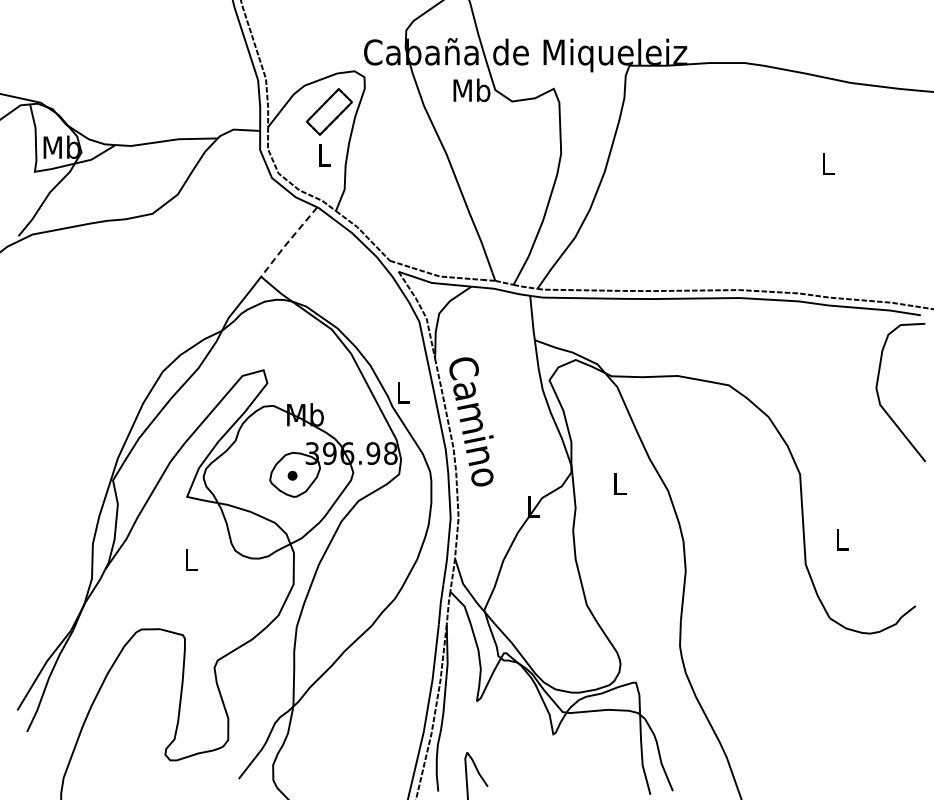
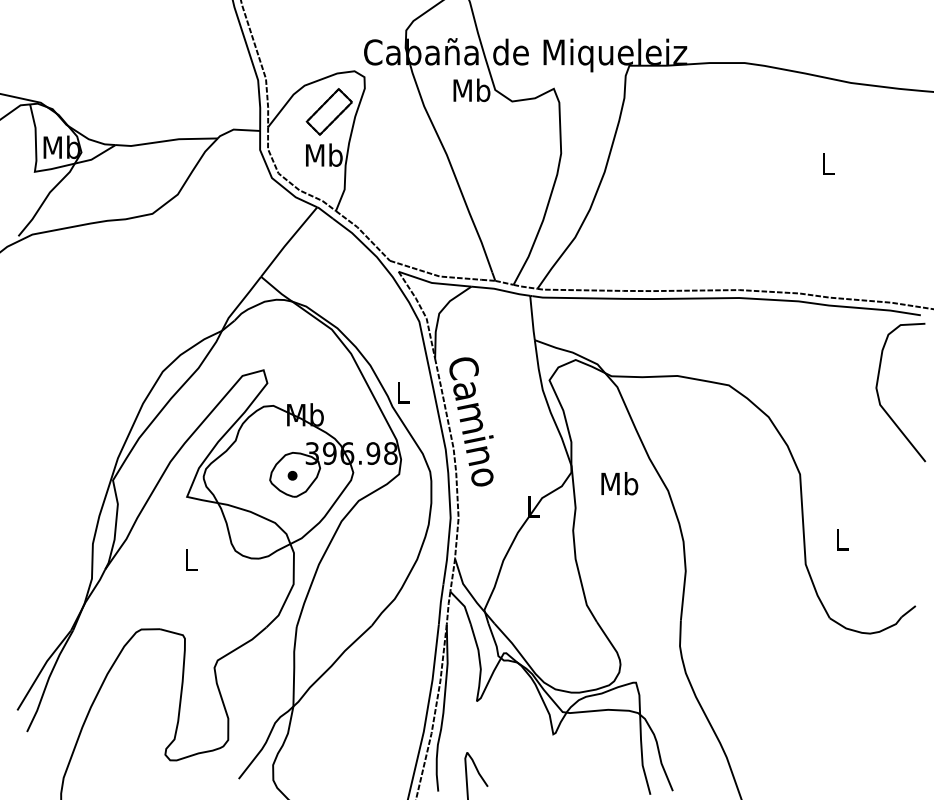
text at (324, 154): L -> Mb
line at (288, 242): dashed -> solid
text at (619, 483): L -> Mb
